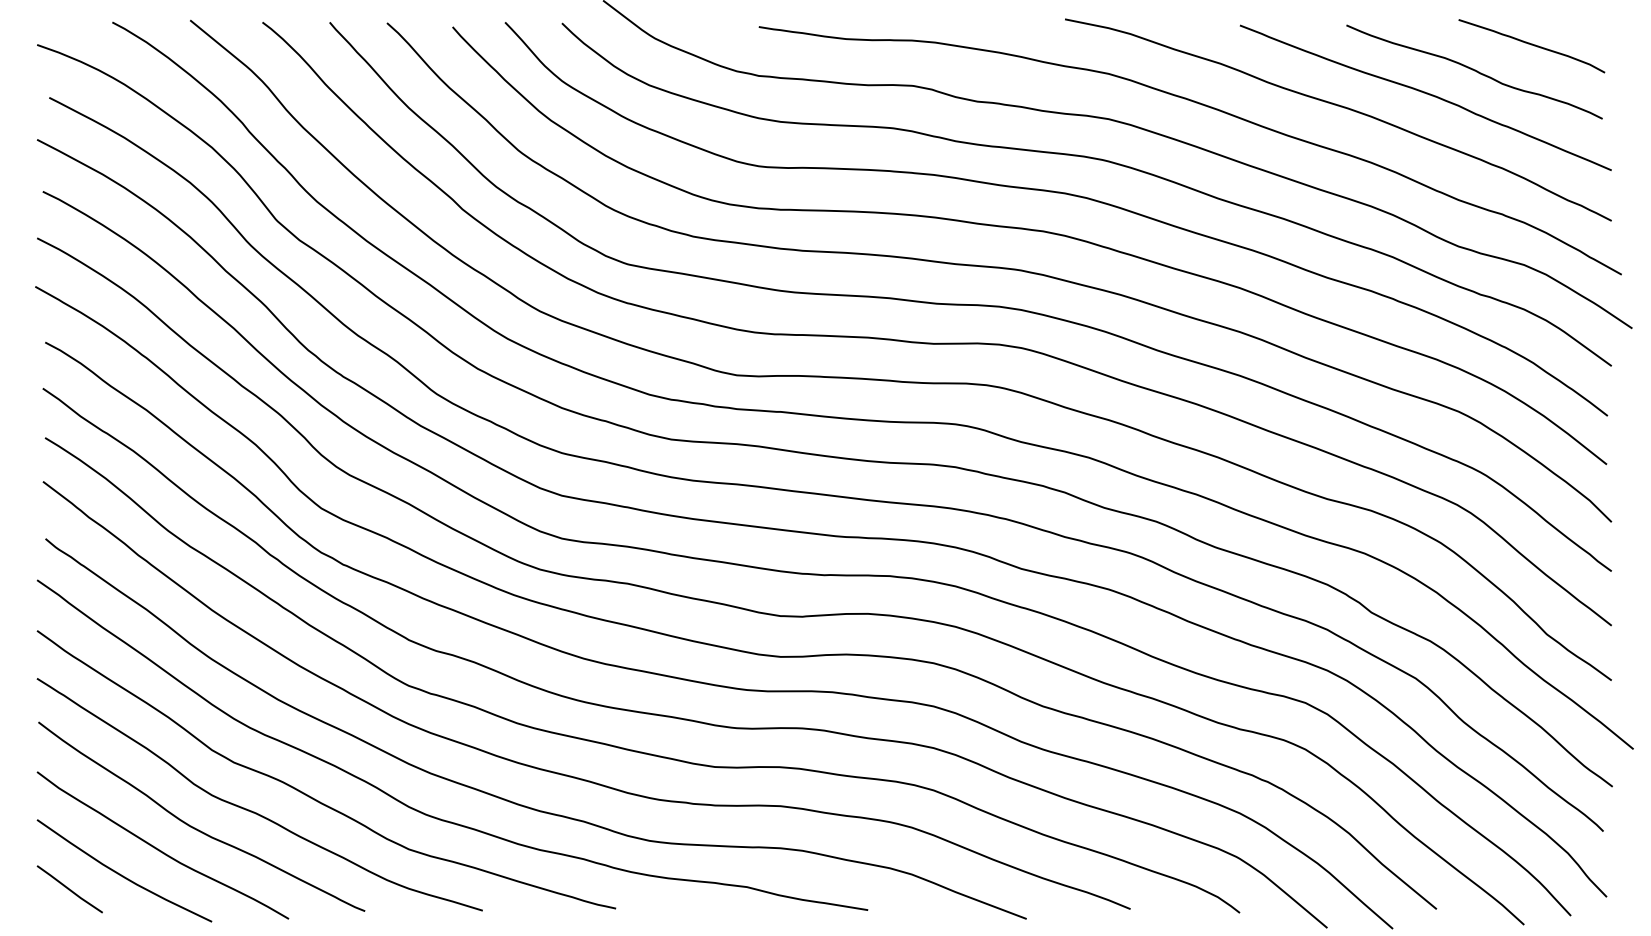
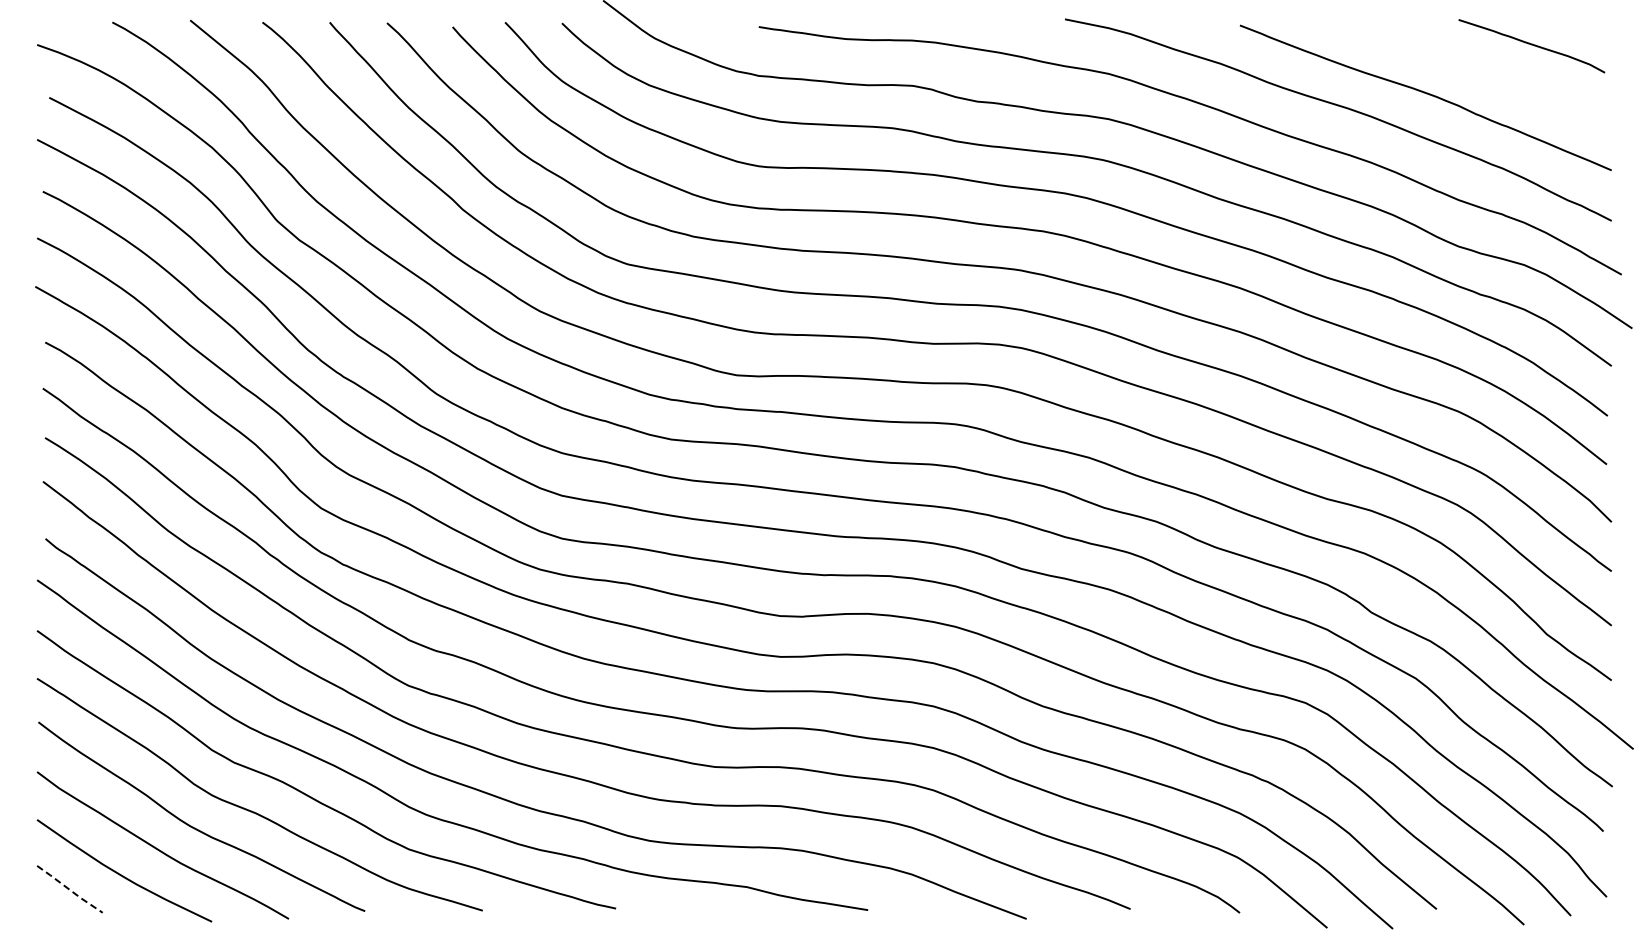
curve at (1474, 71): present -> none
line at (69, 889): solid -> dashed
